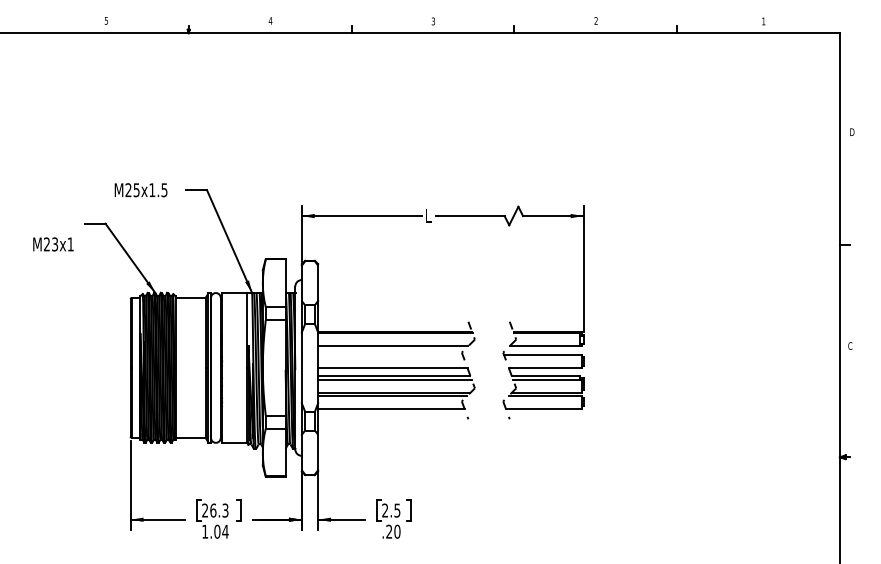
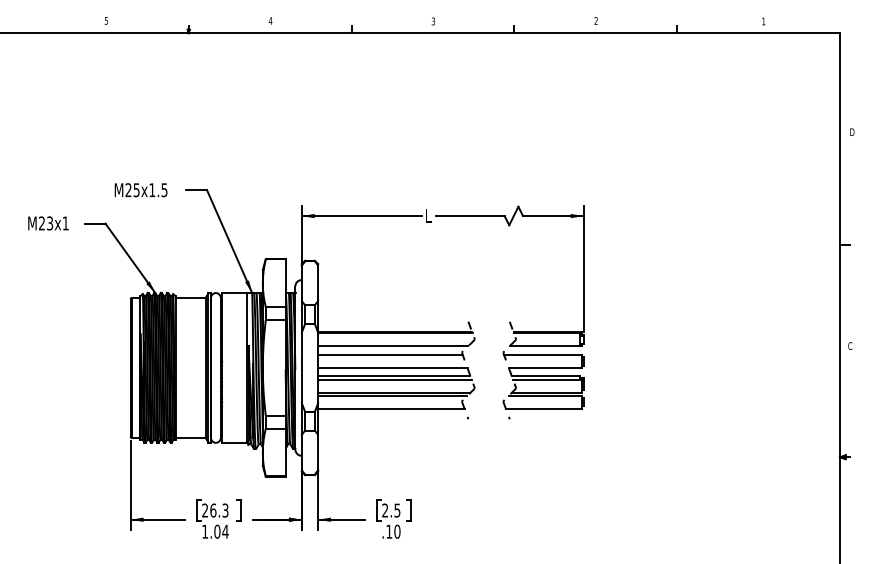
text at (53, 244) position: (53, 244) -> (48, 223)
line at (390, 355): none -> present
text at (388, 531): .20 -> .10
